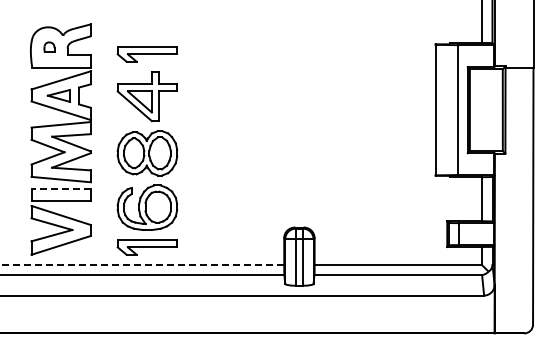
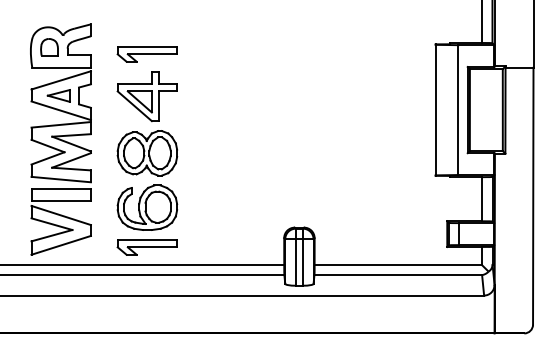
part at (49, 46) size: 13x12 px -> 19x19 px
line at (61, 188): dashed -> solid
line at (142, 265): dashed -> solid
